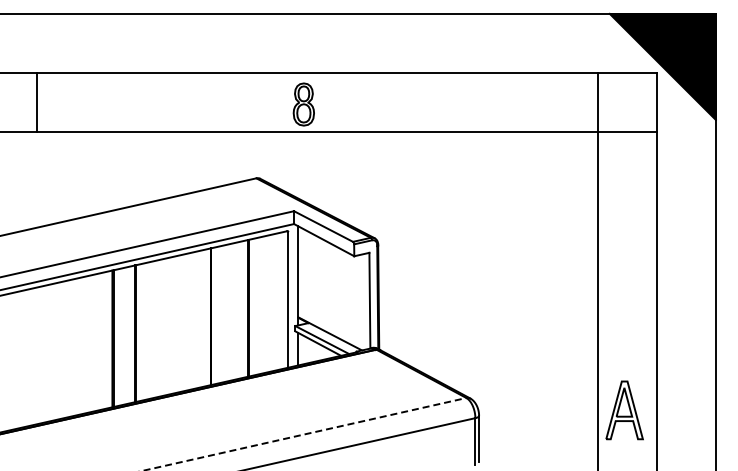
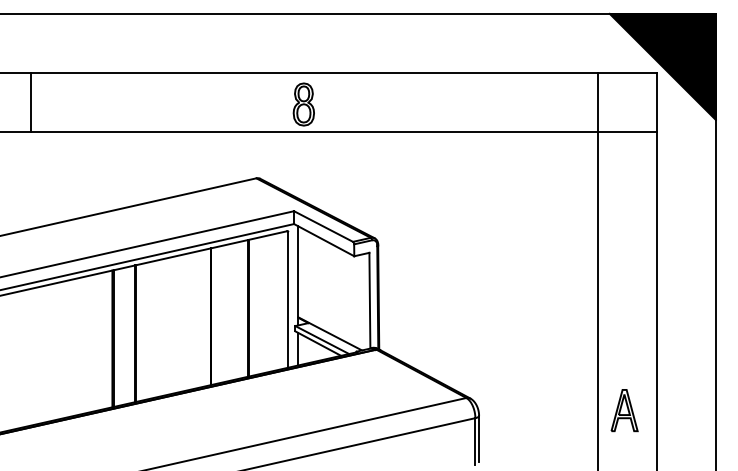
line at (36, 101) position: (36, 101) -> (30, 101)
part at (624, 410) size: 39x61 px -> 29x44 px
line at (304, 434): dashed -> solid
